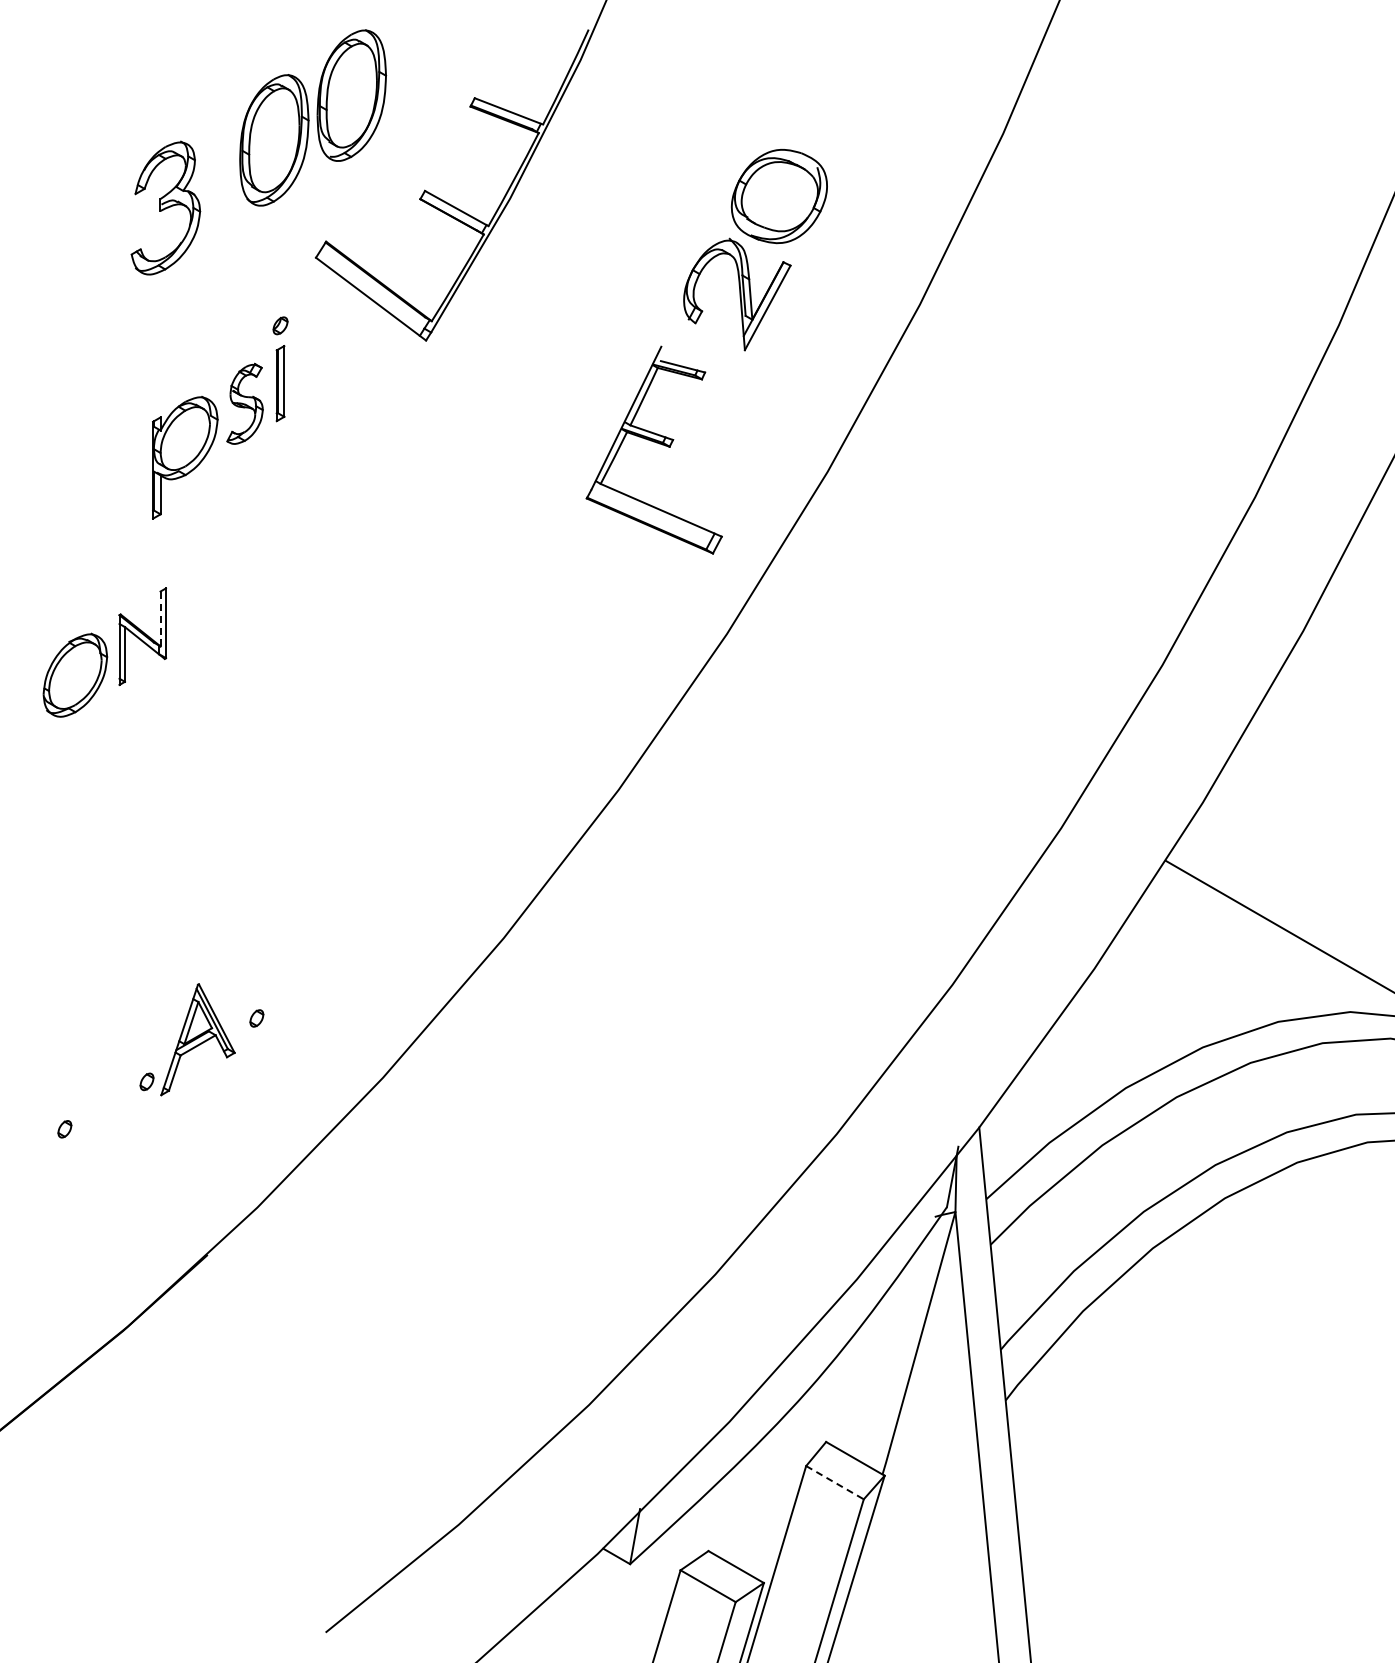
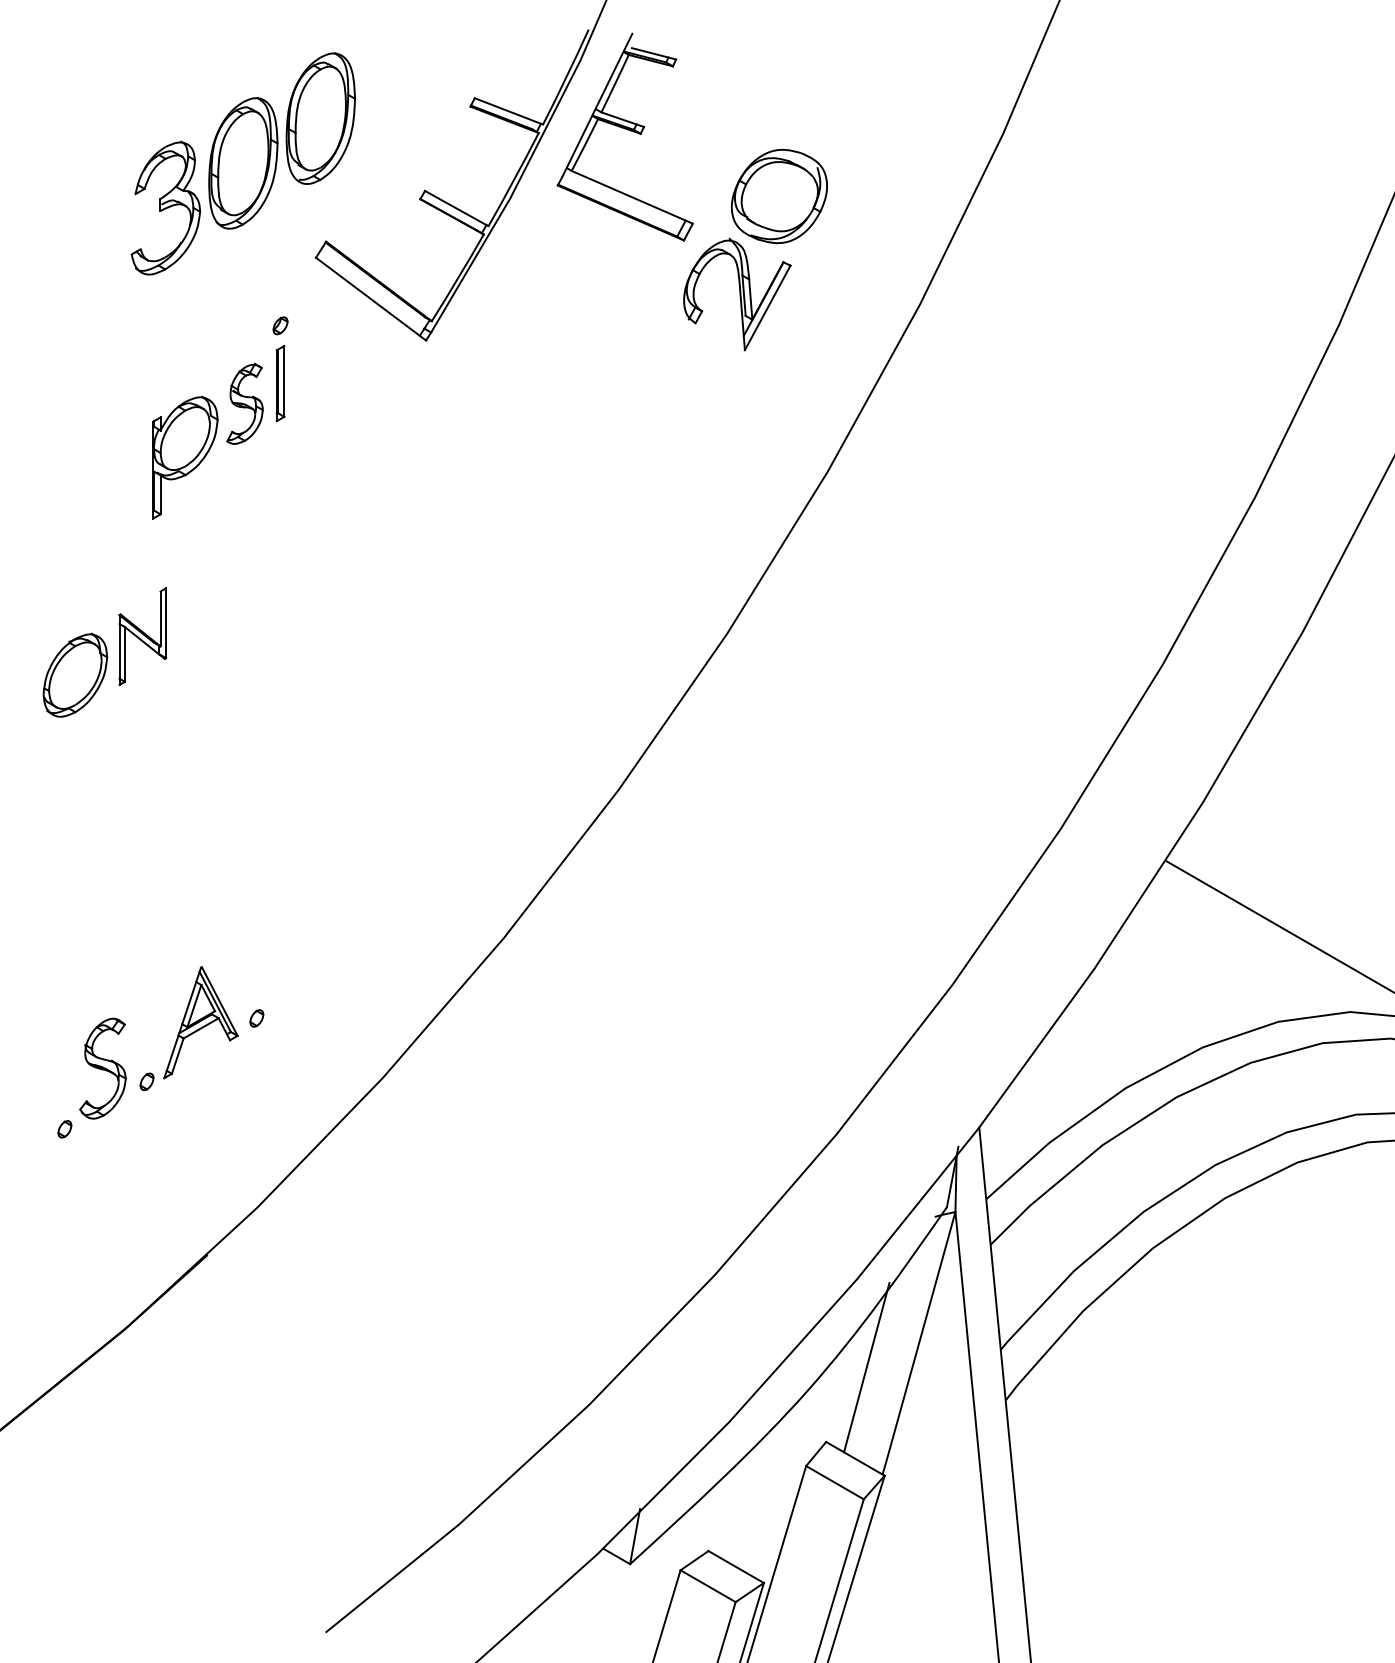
part at (313, 117) position: (313, 117) -> (282, 140)
part at (656, 443) position: (656, 443) -> (627, 130)
line at (160, 618): dashed -> solid
part at (197, 1039) position: (197, 1039) -> (200, 1022)
part at (102, 1068): none -> present
line at (866, 1367): none -> present
line at (835, 1482): dashed -> solid
